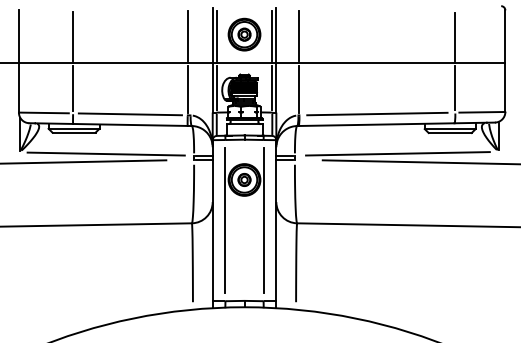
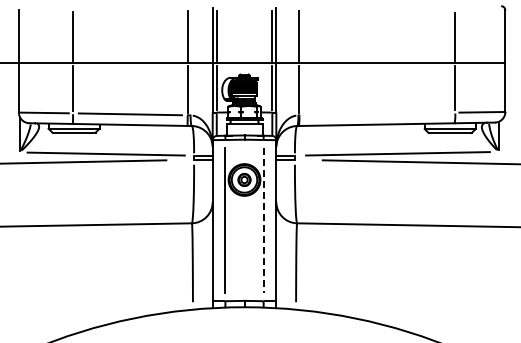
part at (244, 34): present -> none
line at (377, 113): present -> none
line at (263, 220): solid -> dashed
